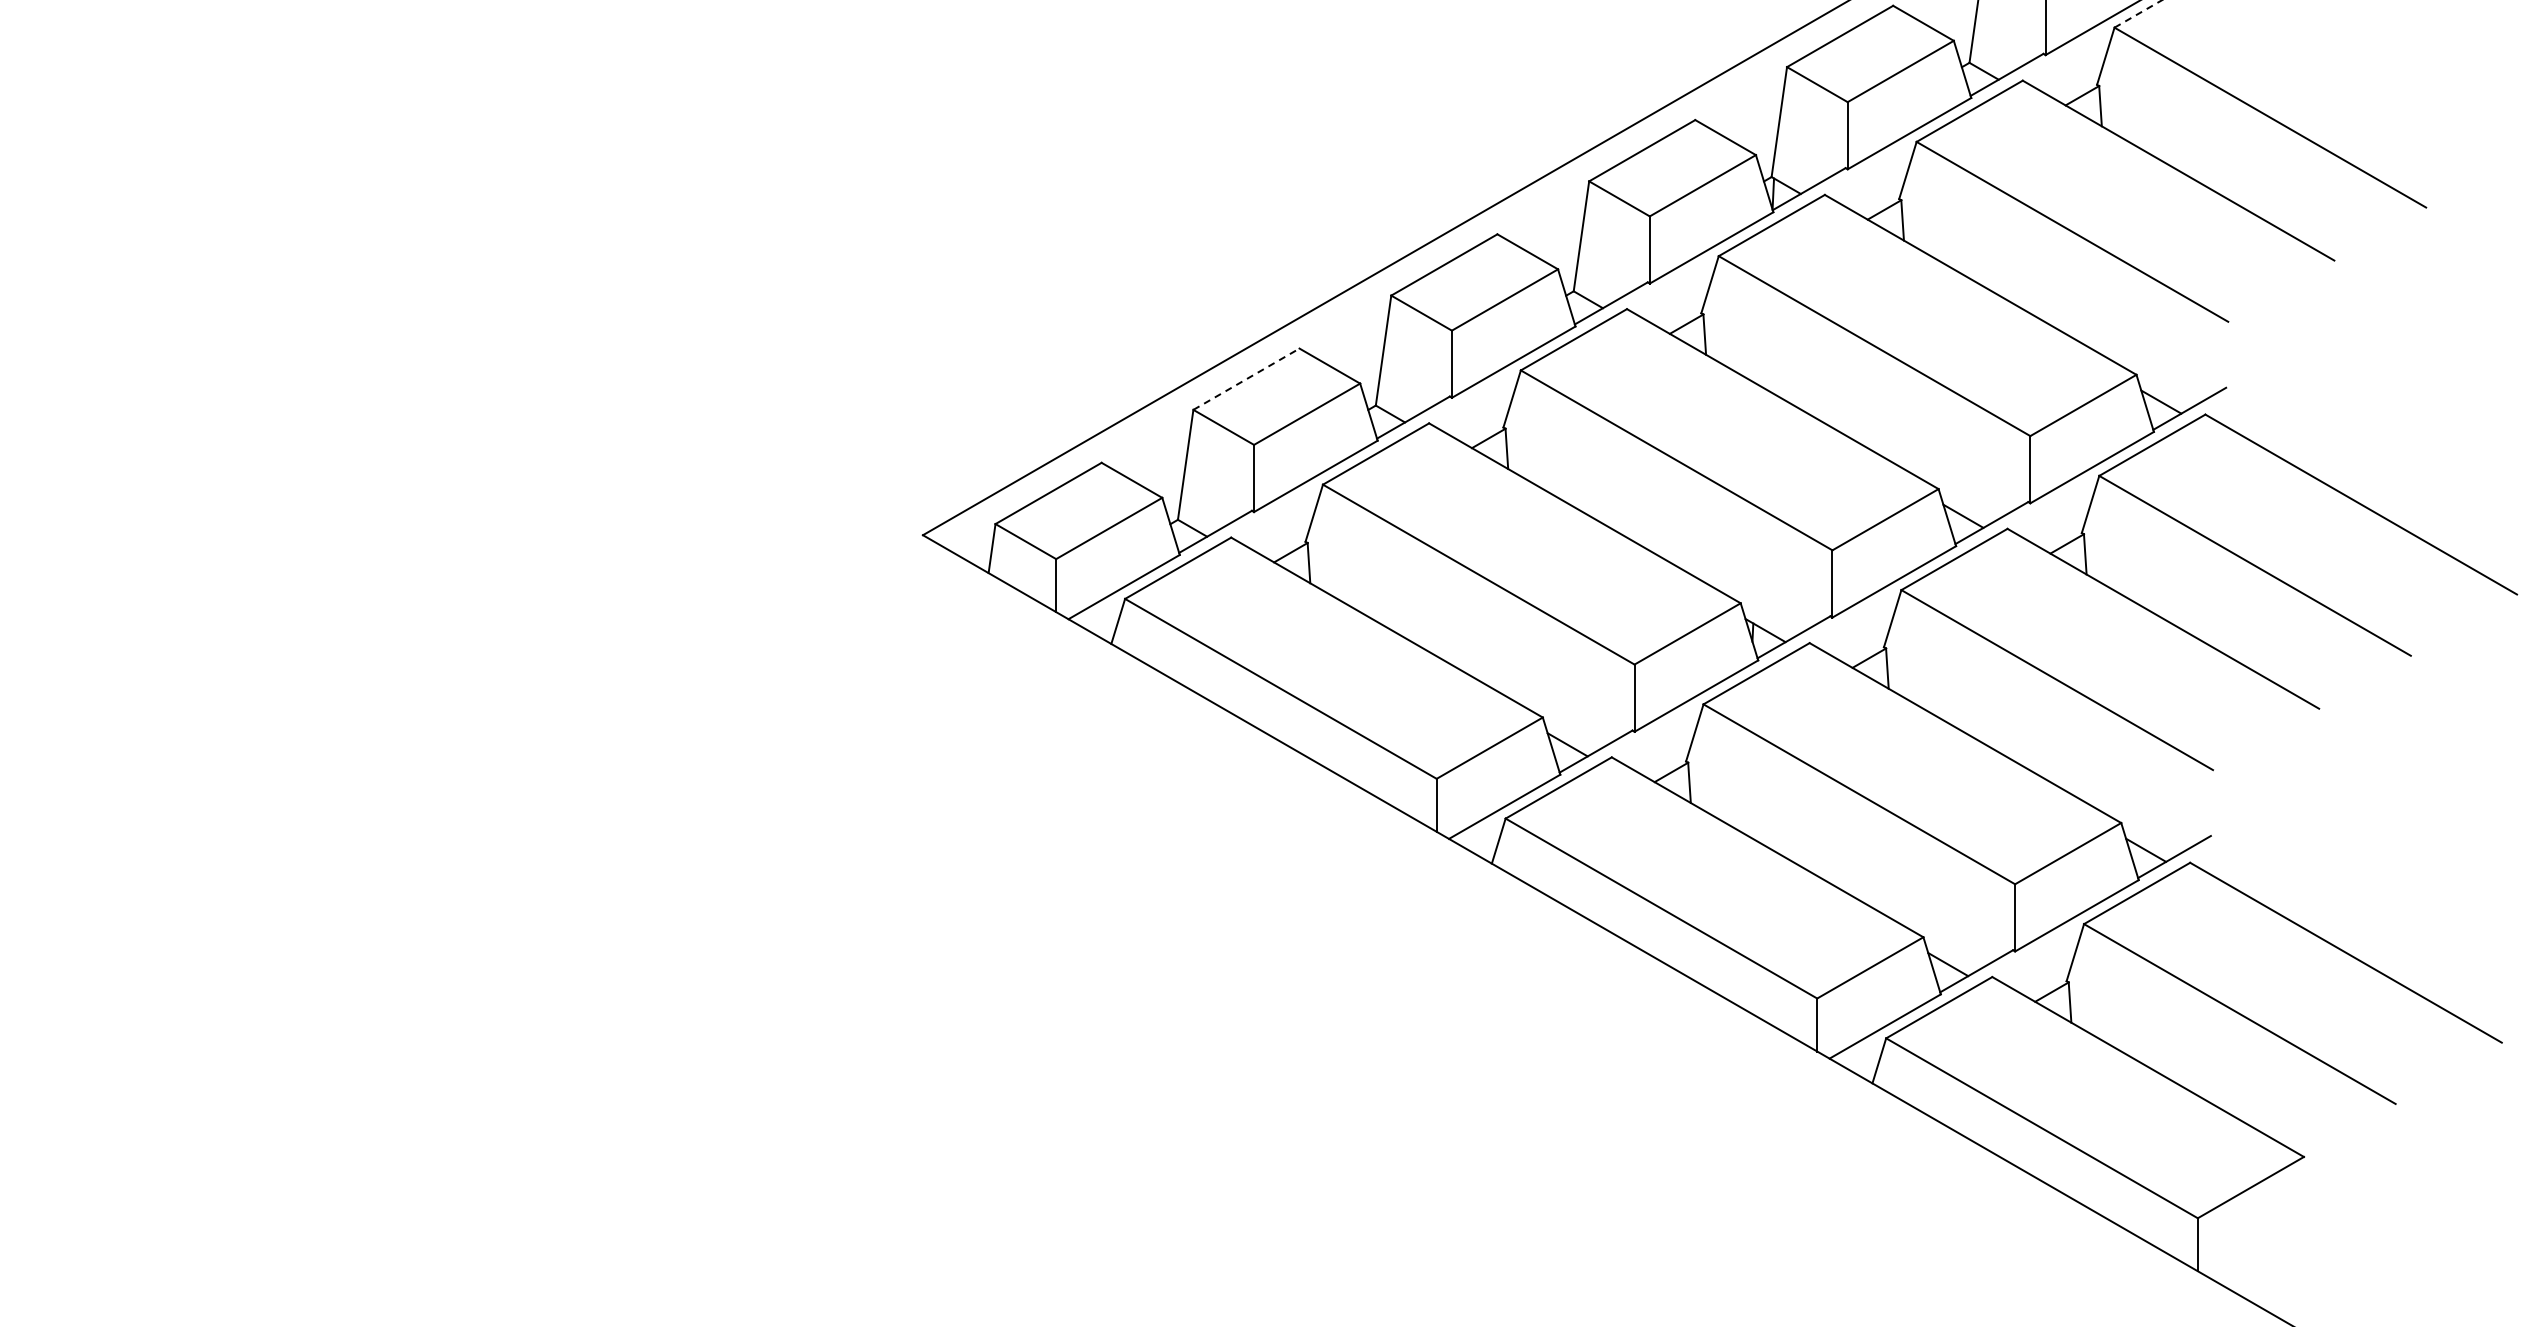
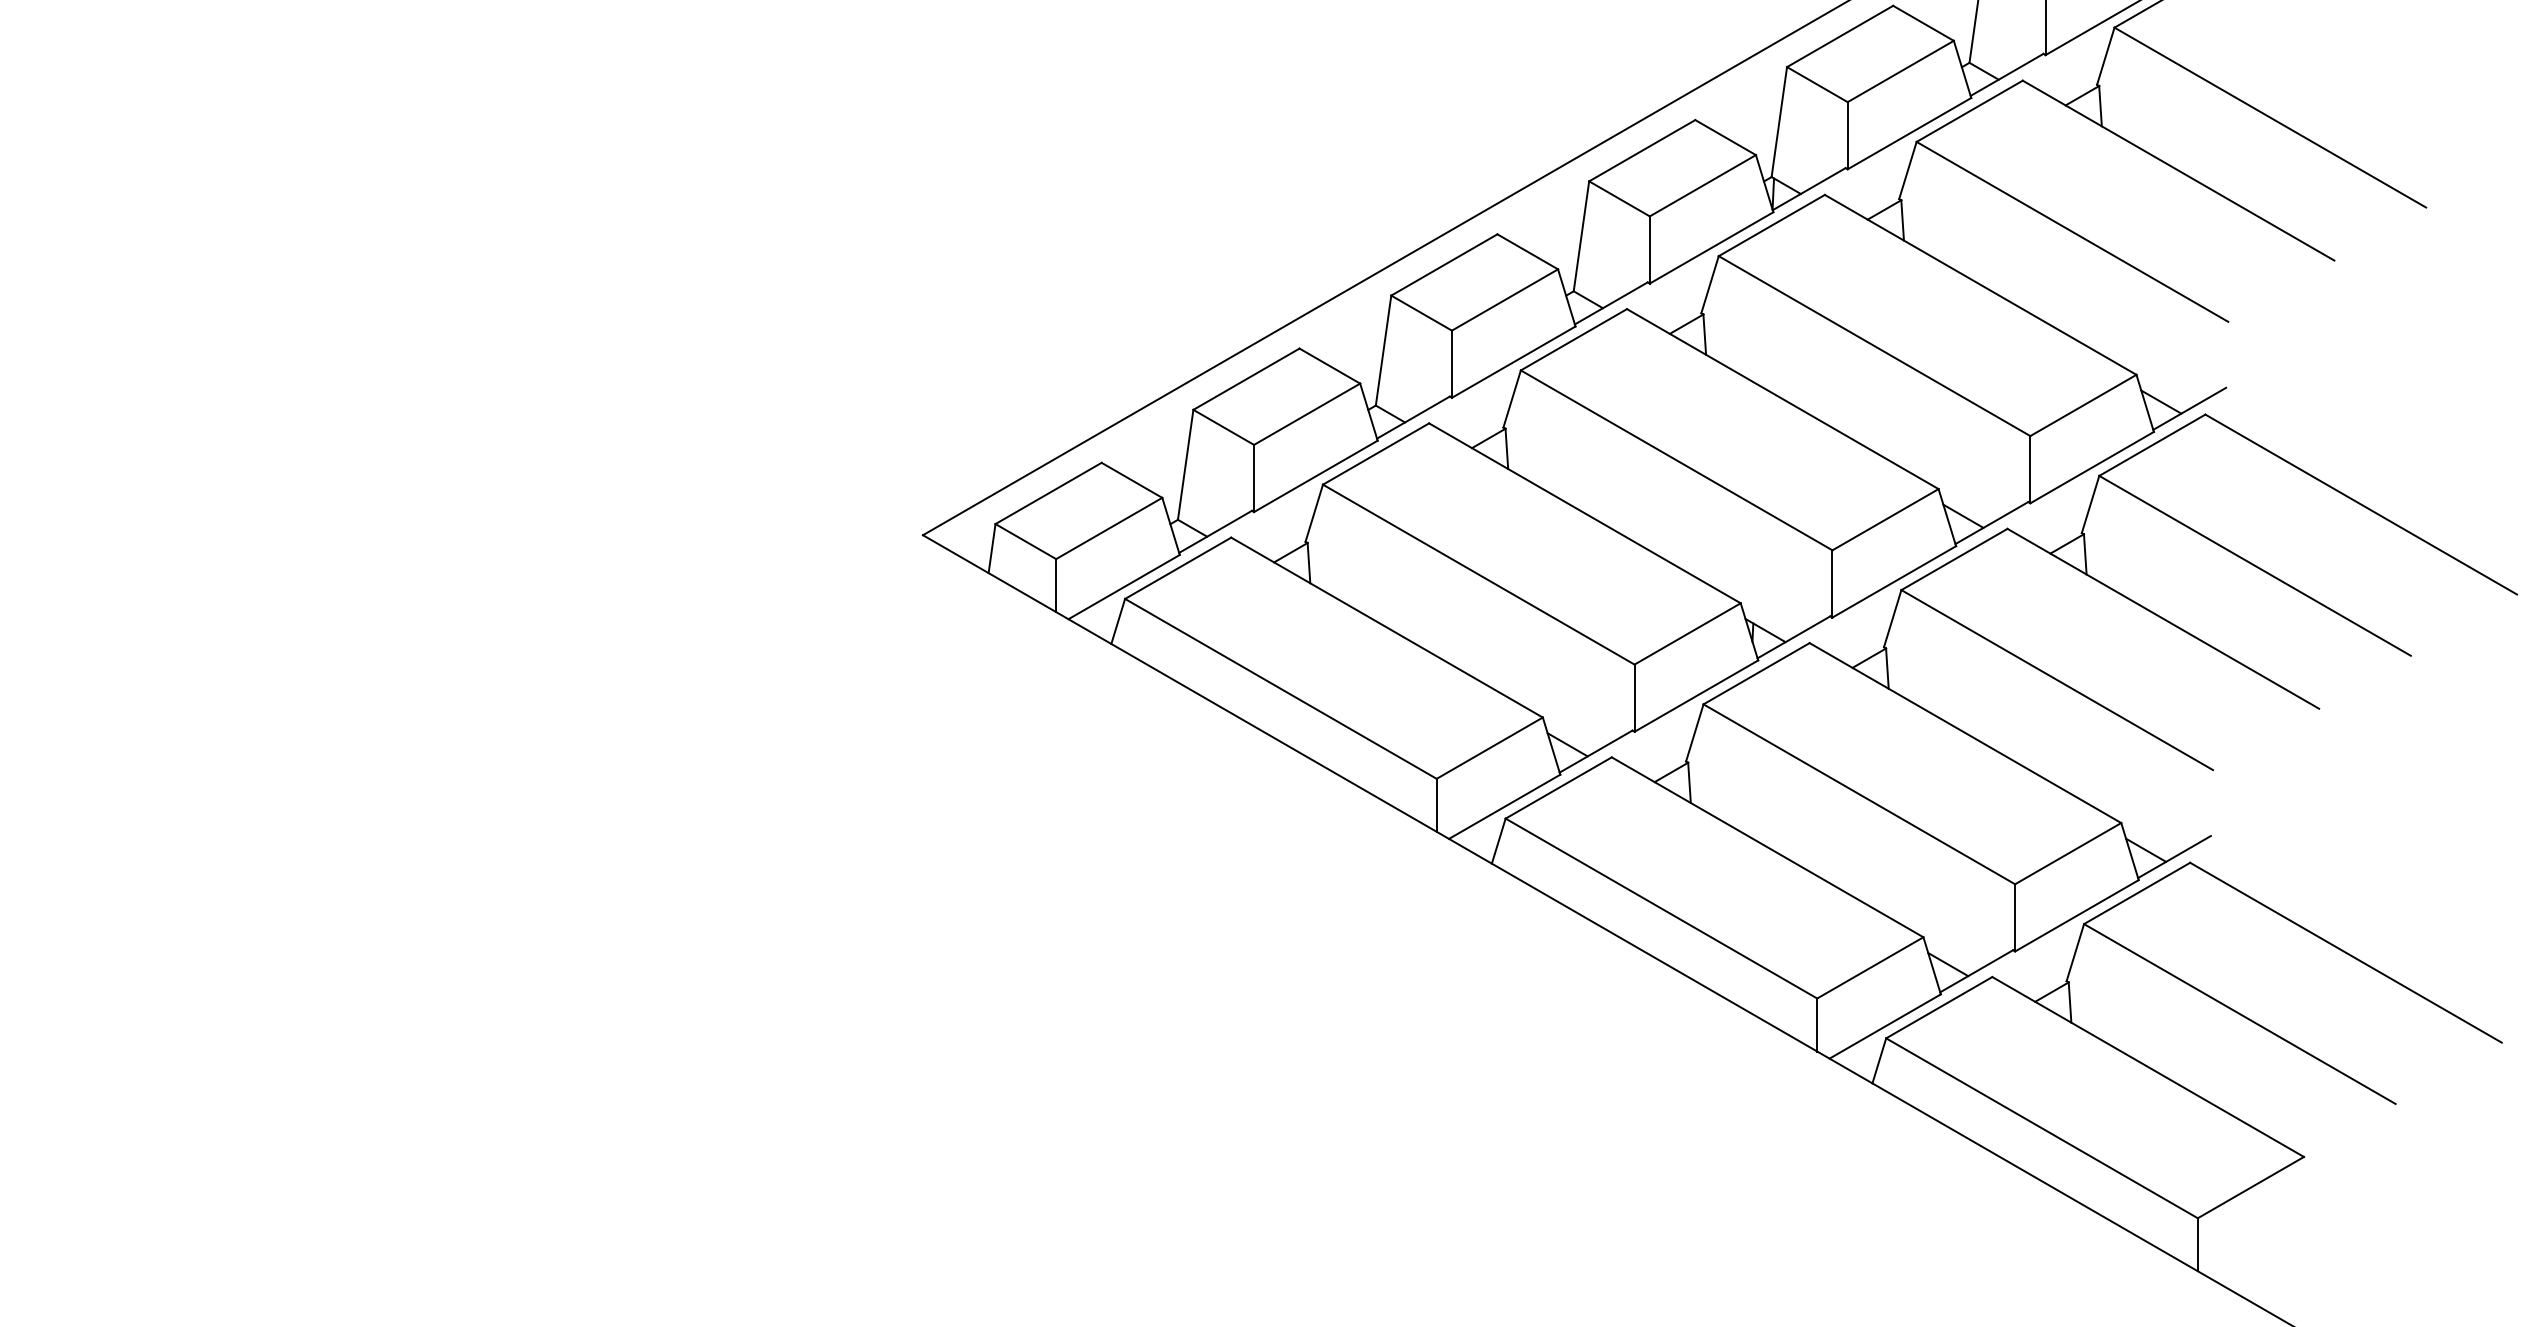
line at (2138, 13): dashed -> solid
line at (1246, 378): dashed -> solid
